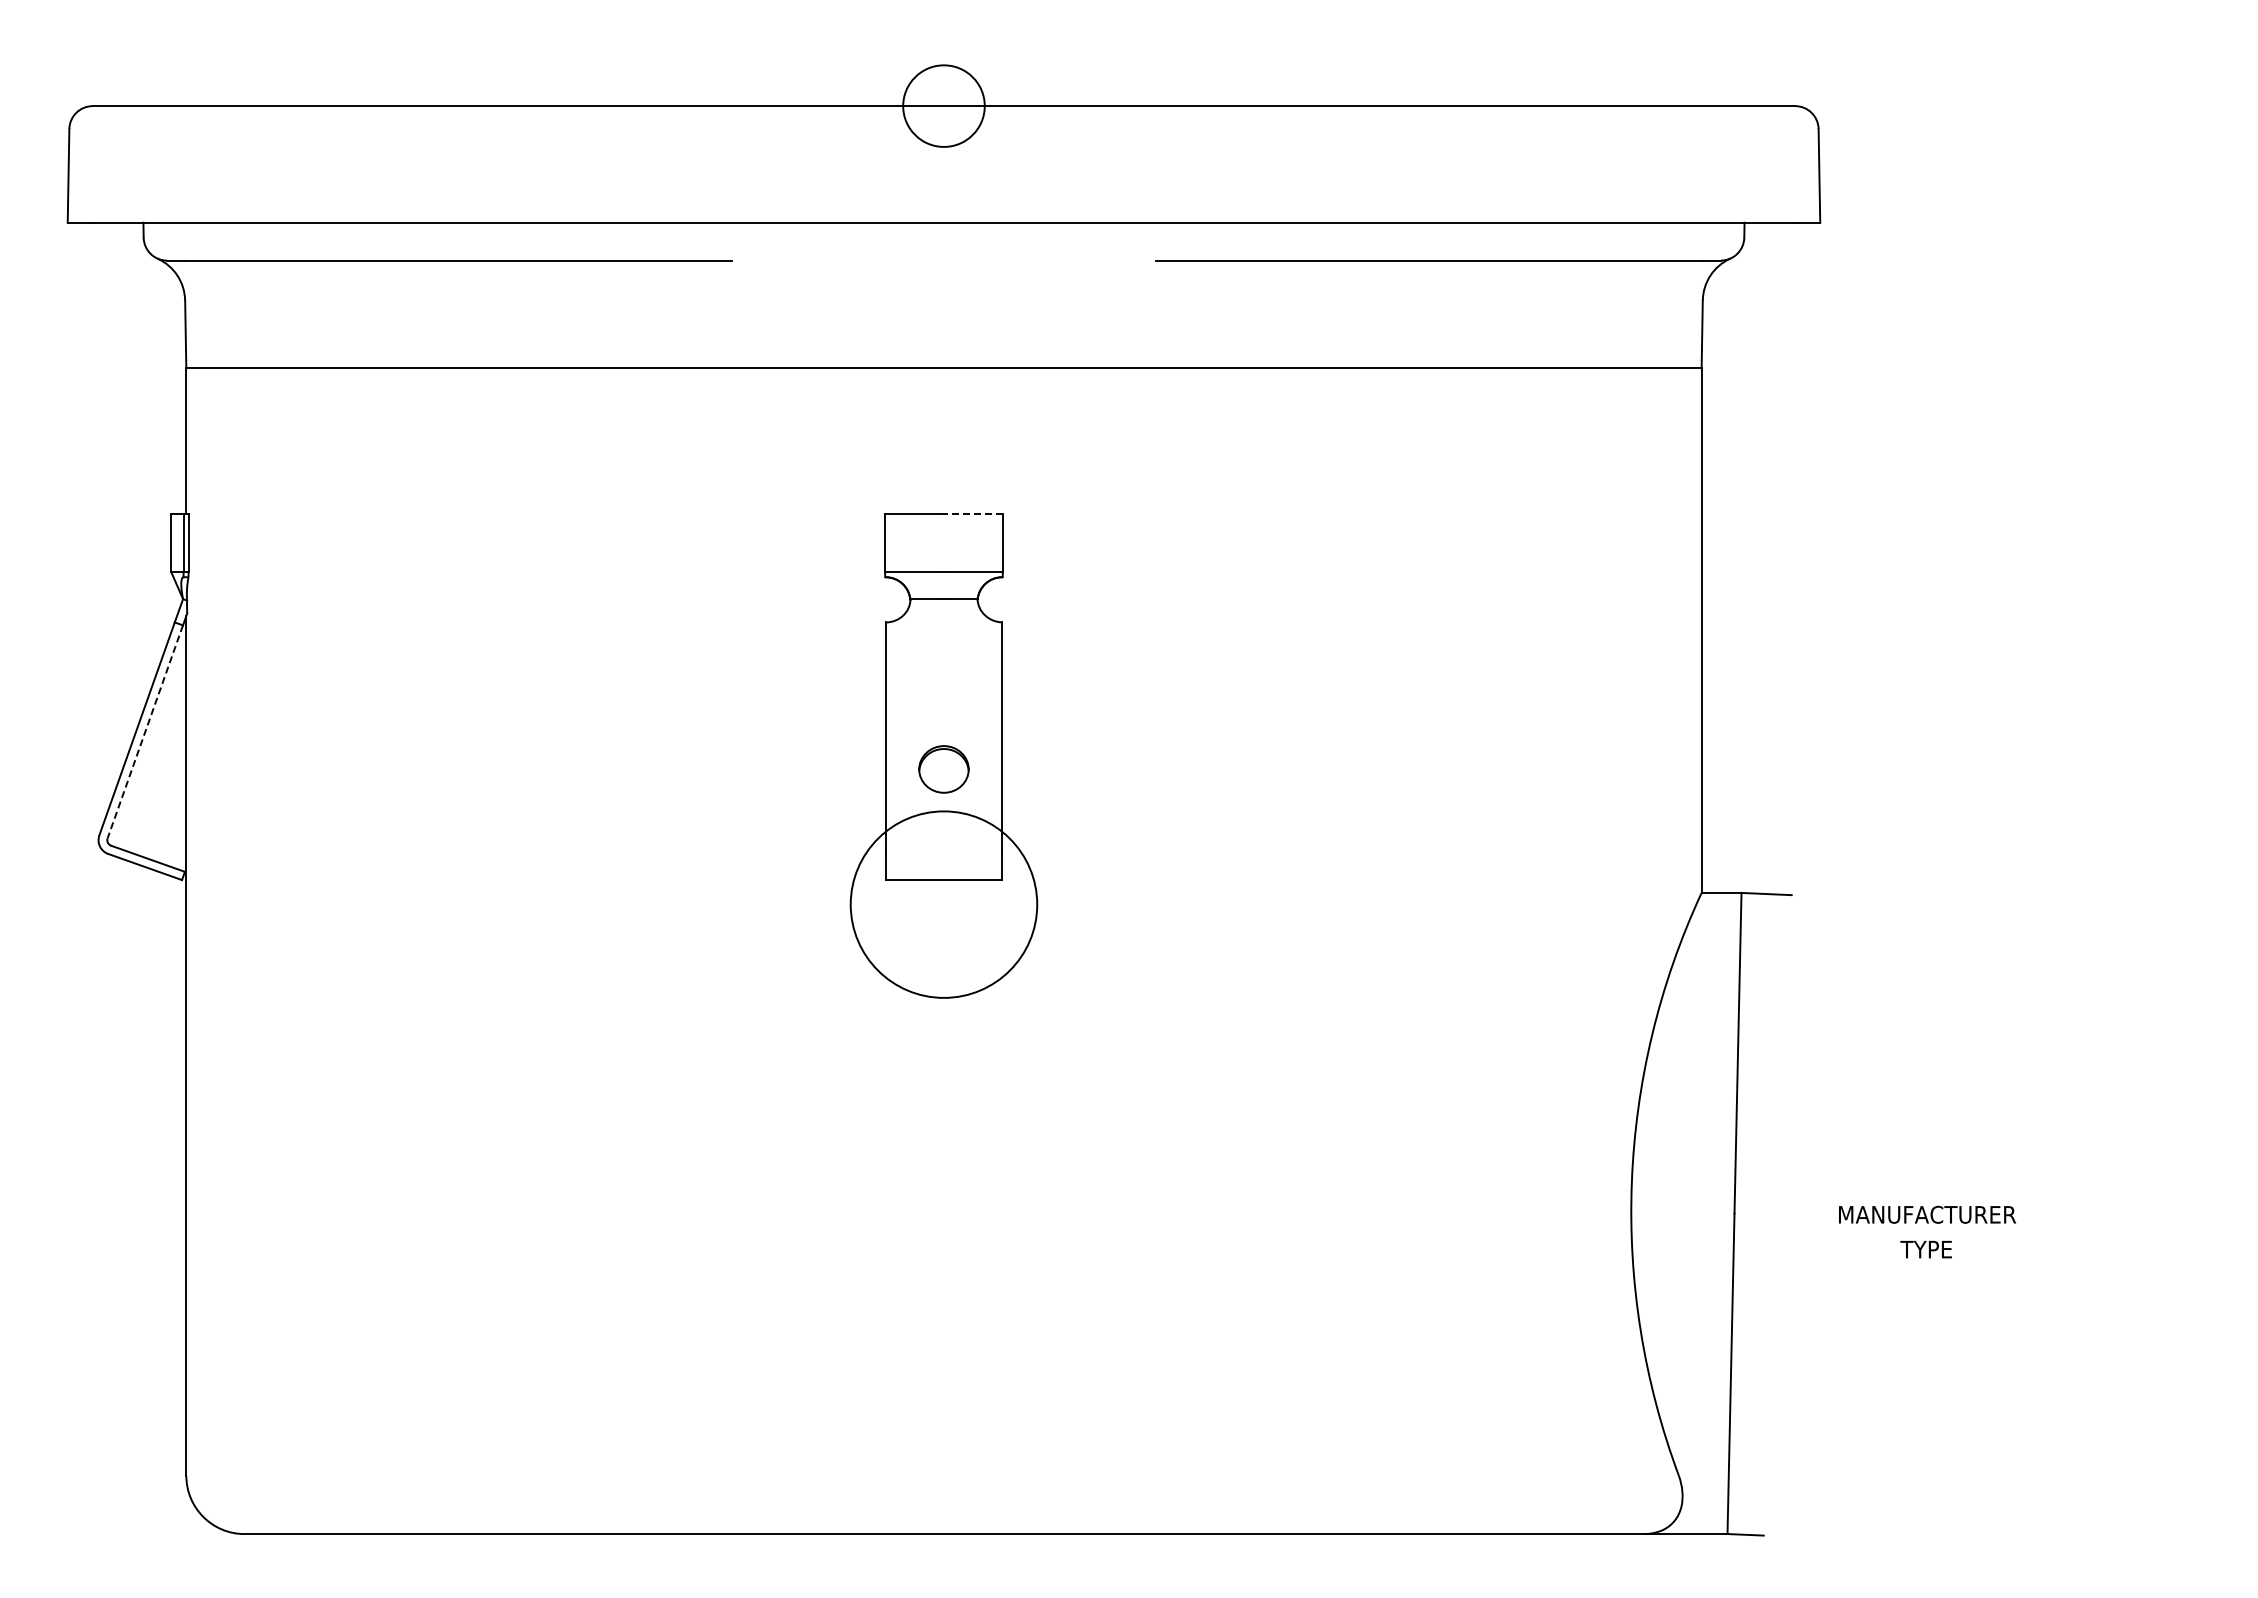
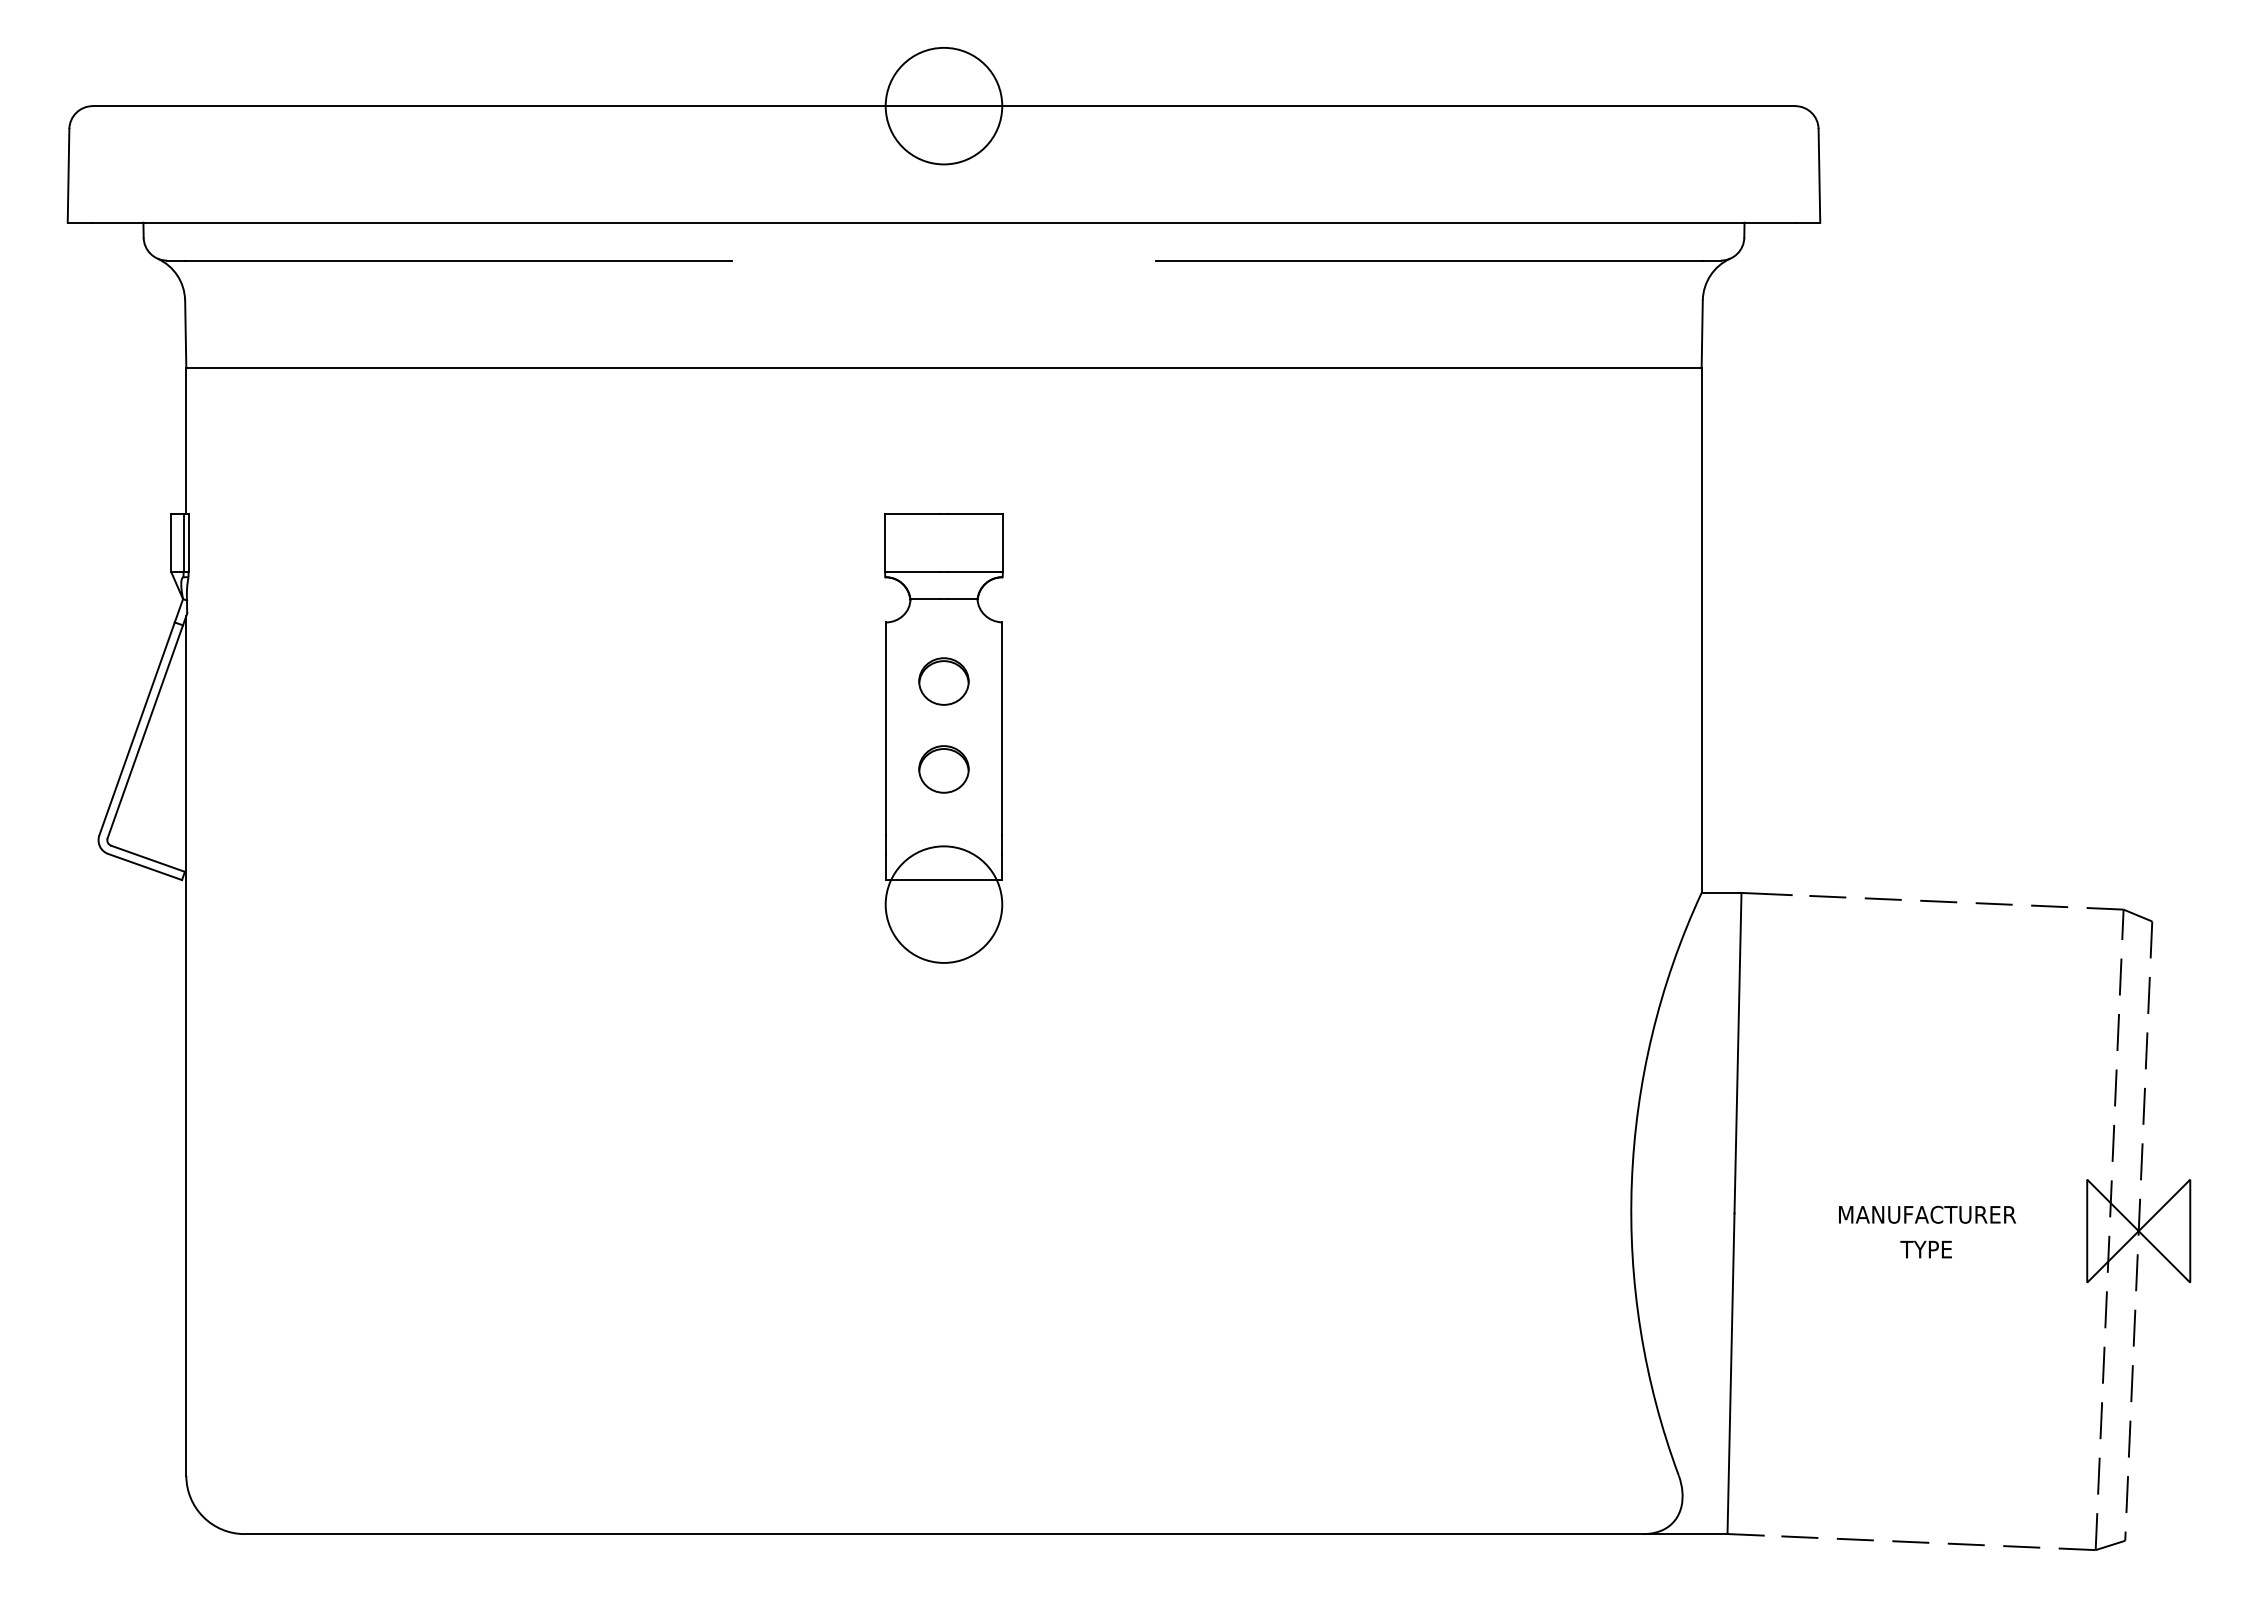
circle at (943, 105) diameter: 82 px -> 117 px
line at (974, 514): dashed -> solid
part at (943, 681): none -> present
line at (145, 731): dashed -> solid
circle at (943, 904) diameter: 186 px -> 117 px
part at (2086, 1222): none -> present
